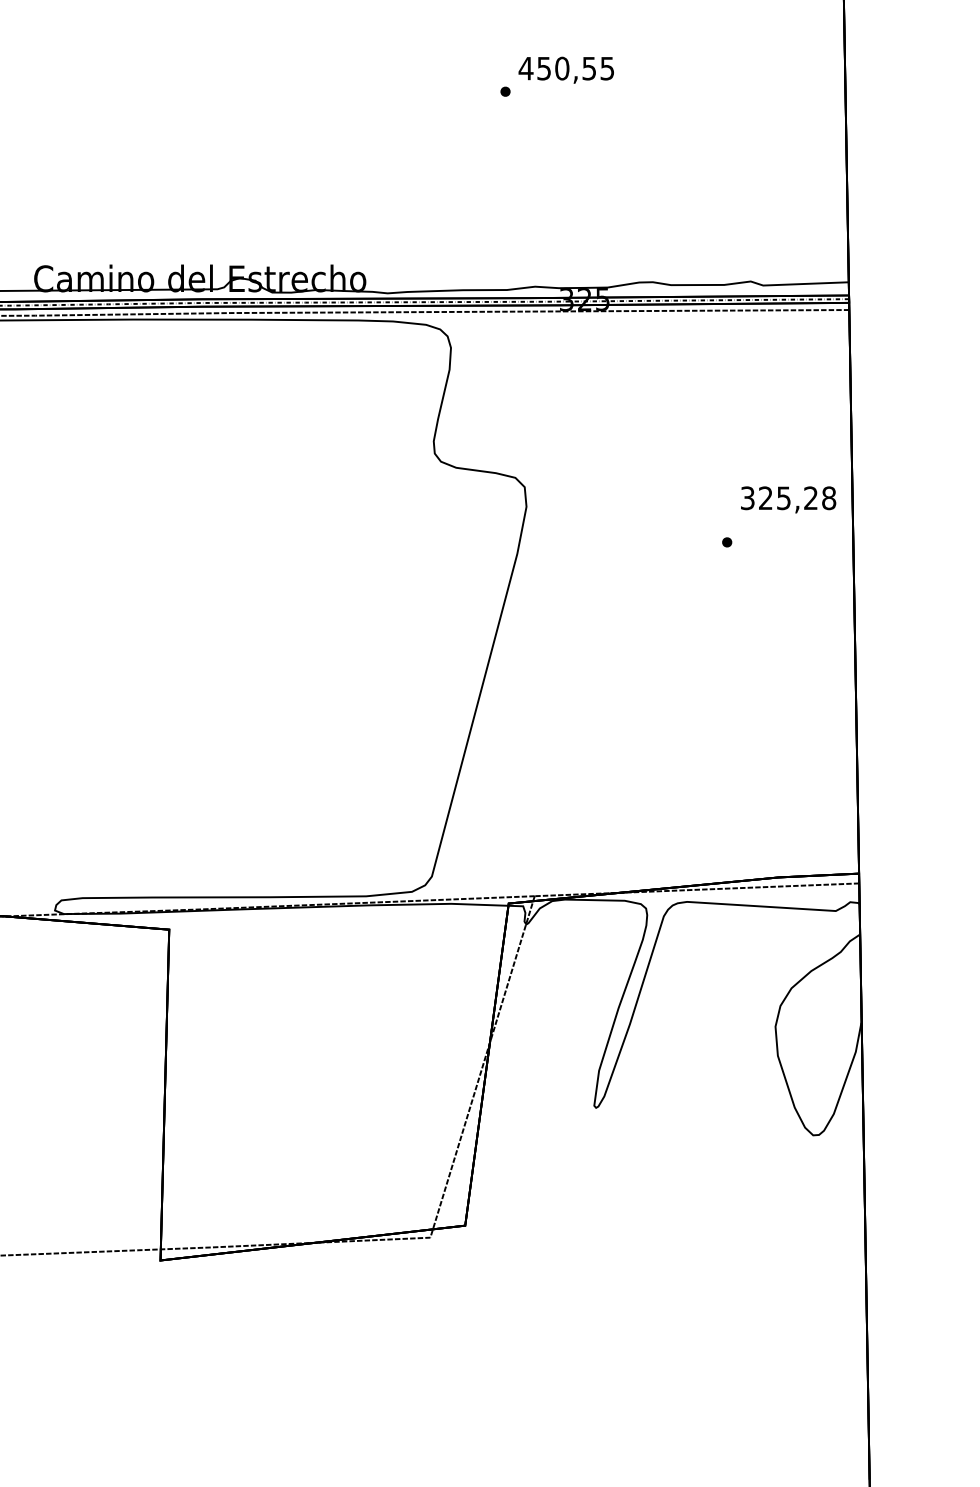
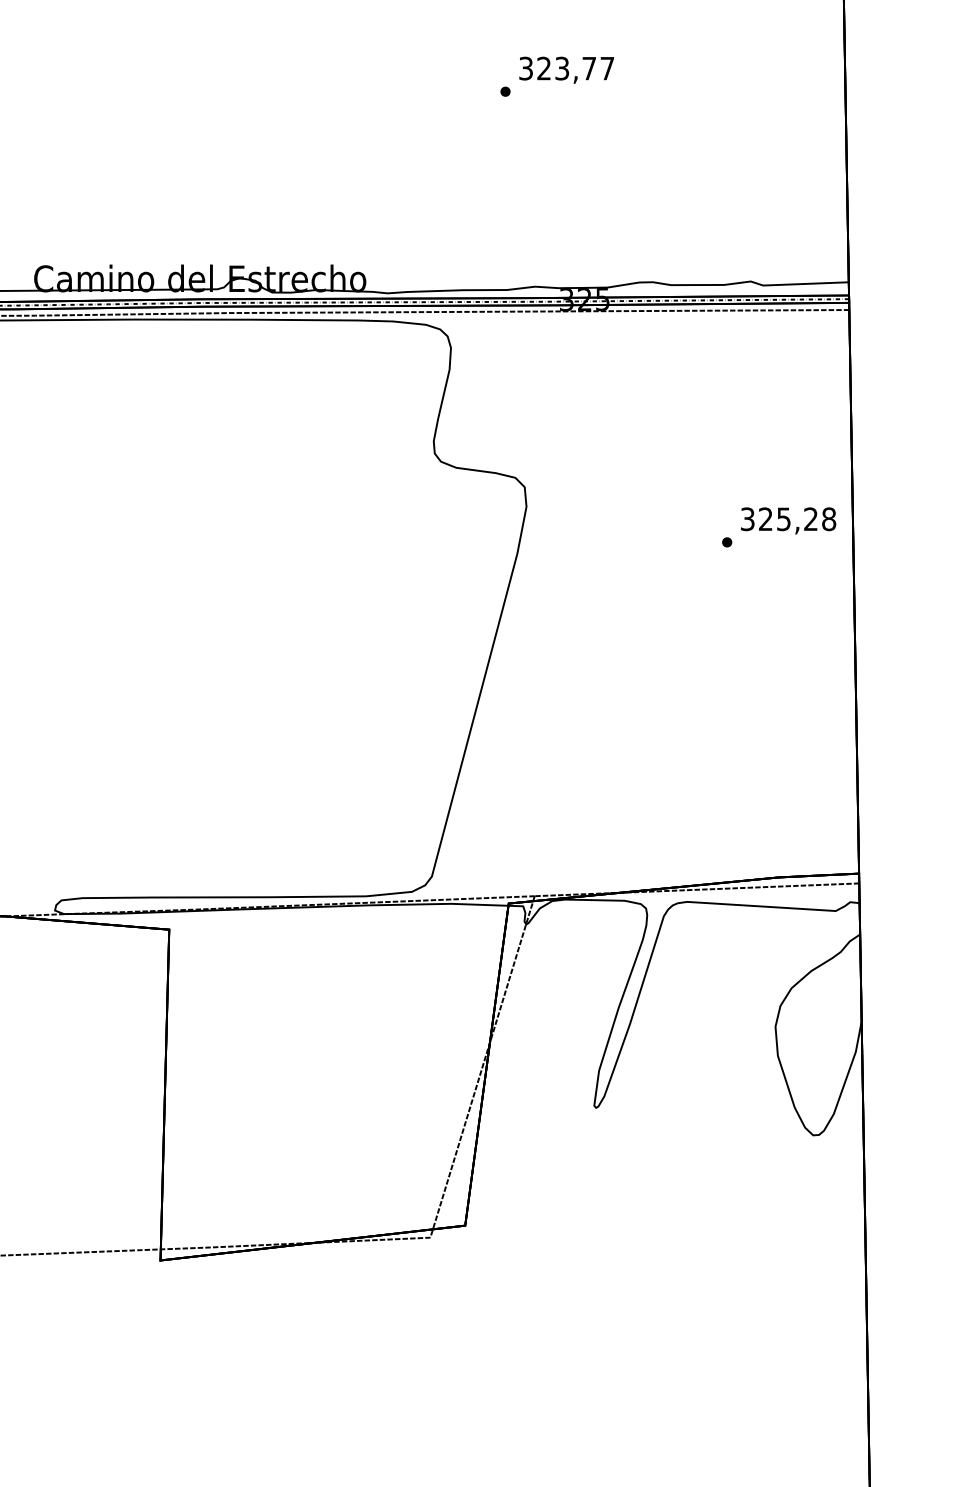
text at (566, 68): 450,55 -> 323,77
text at (788, 499) position: (788, 499) -> (788, 520)
